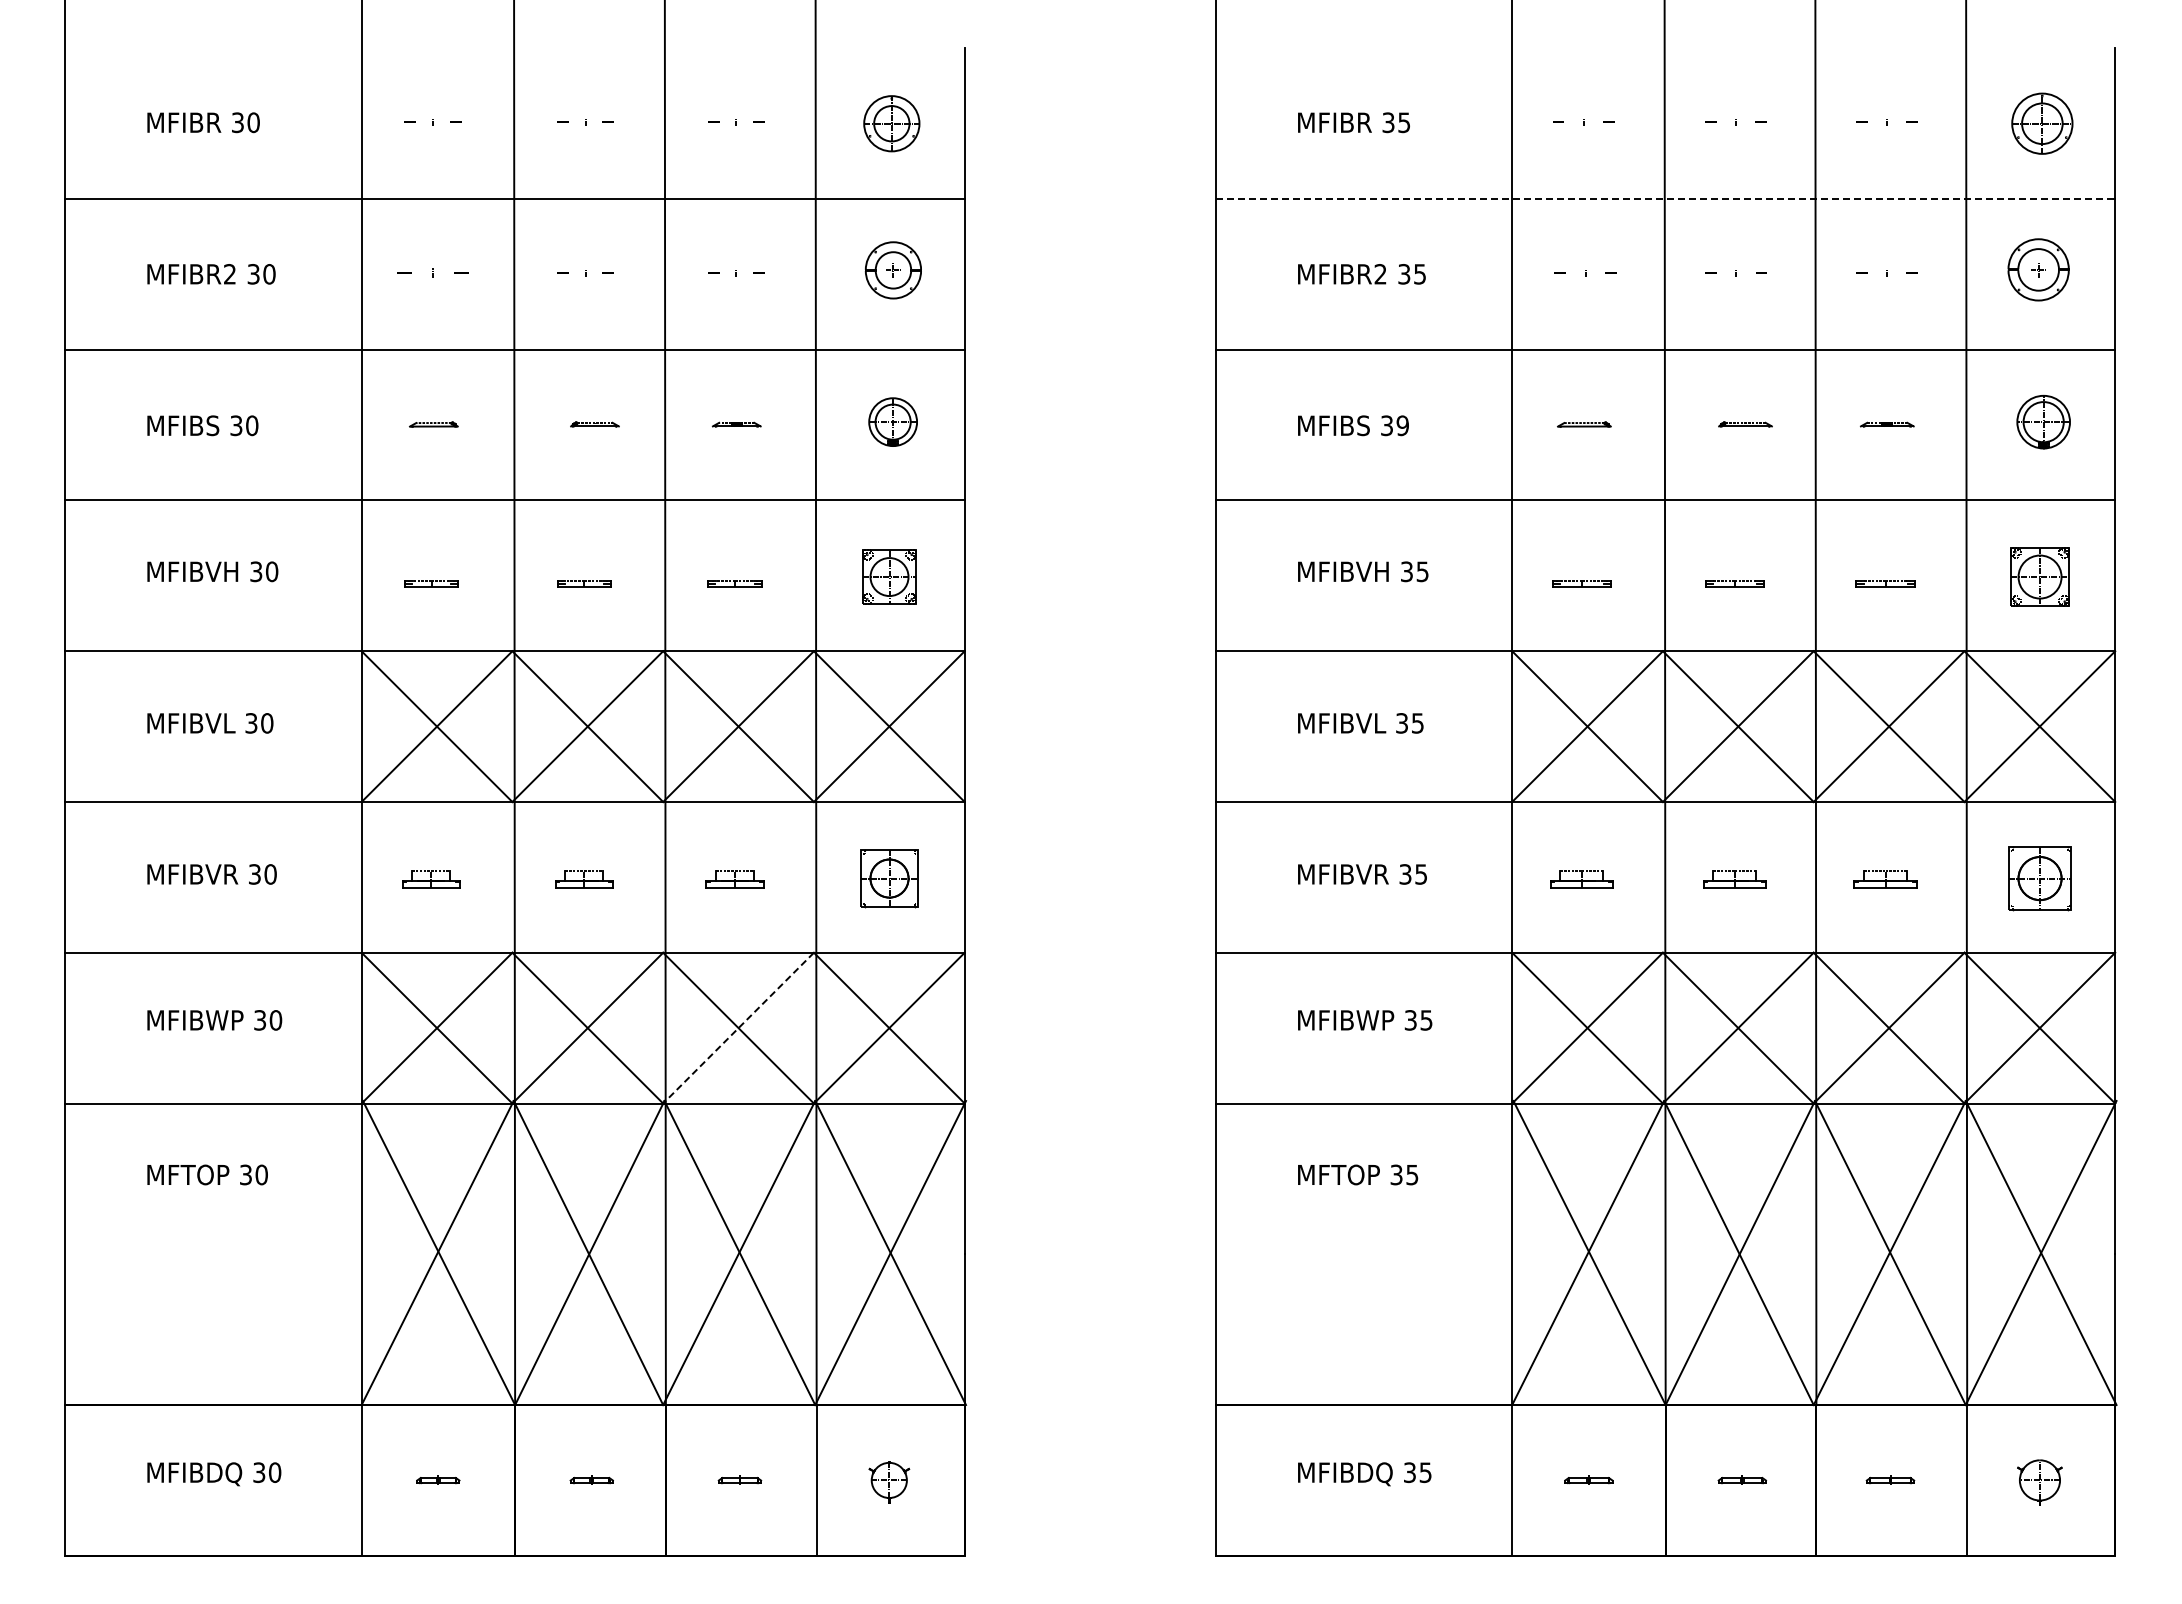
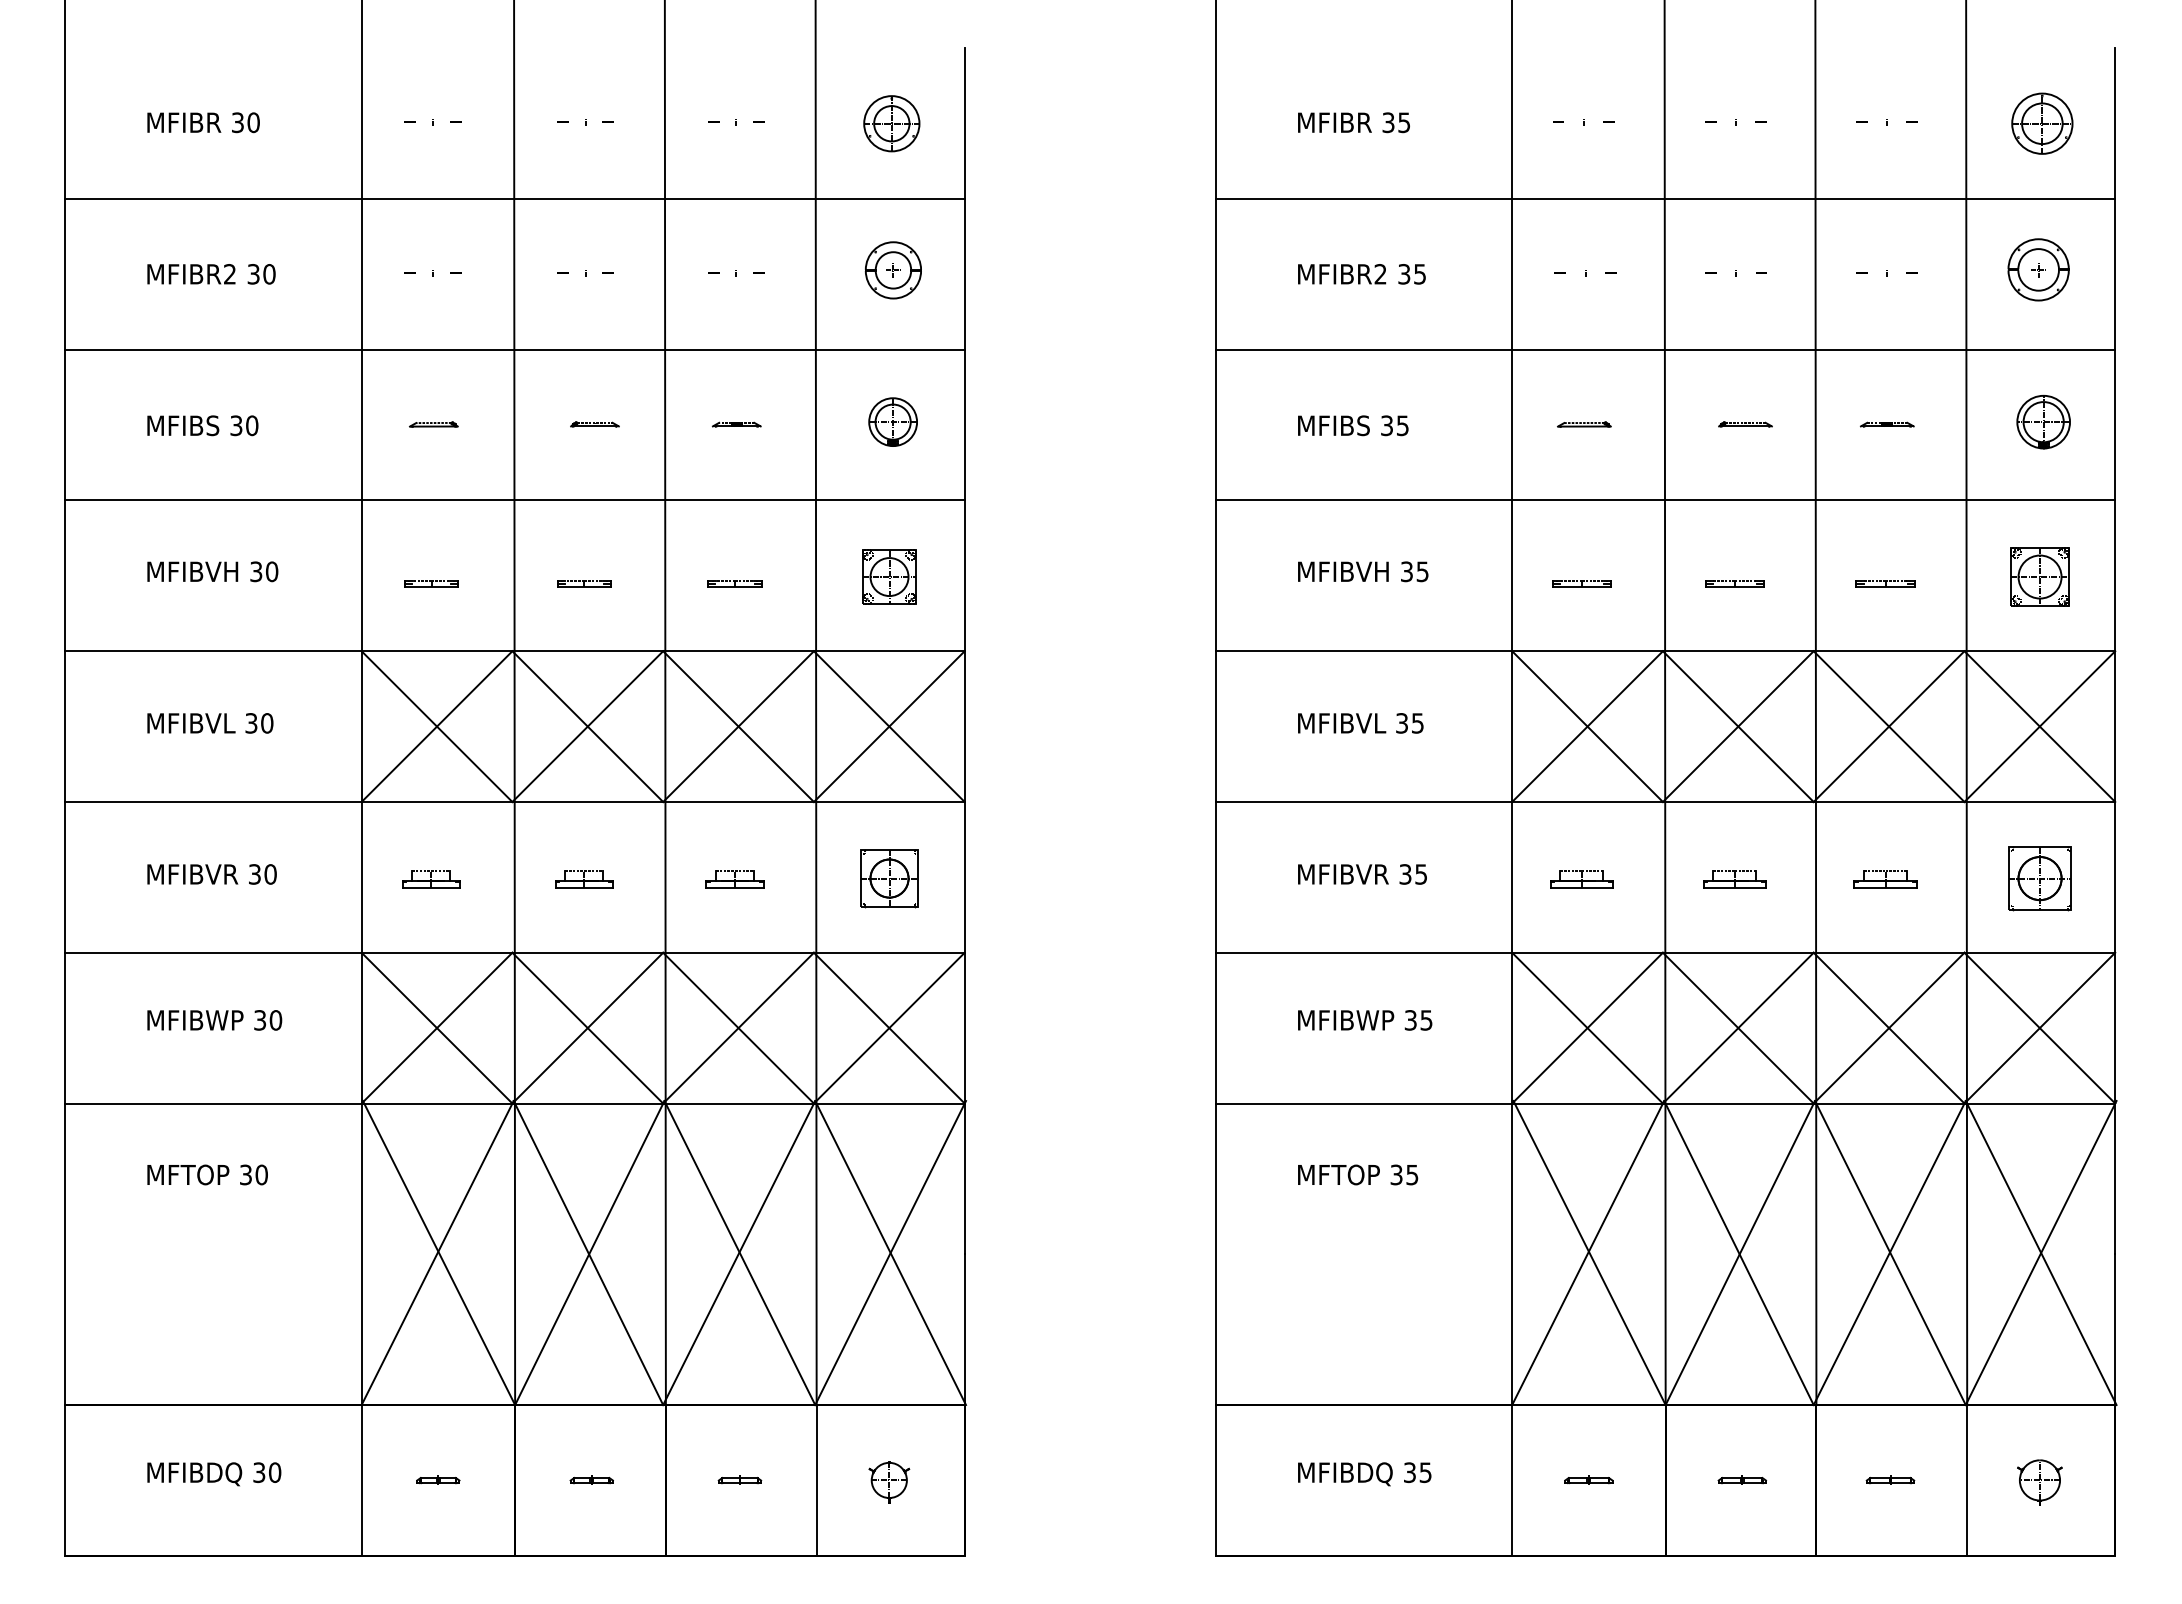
line at (1665, 198): dashed -> solid
part at (432, 272) size: 72x10 px -> 58x7 px
text at (1402, 425): 39 -> 35
line at (738, 1028): dashed -> solid
